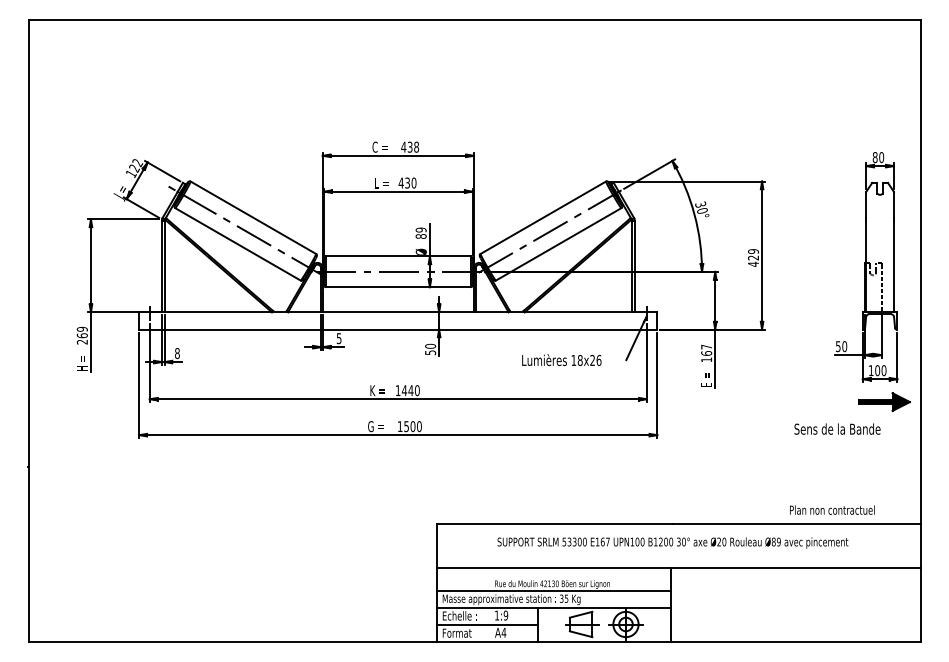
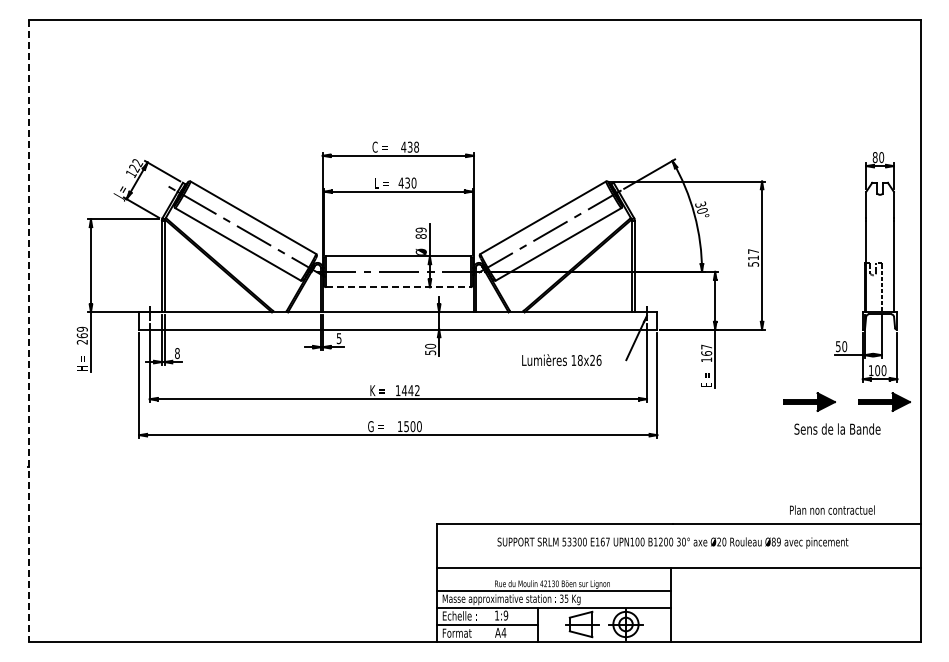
text at (753, 257): 429 -> 517
line at (398, 287): solid -> dashed
line at (28, 331): solid -> dashed
text at (416, 390): 1440 -> 1442
part at (809, 401): none -> present
